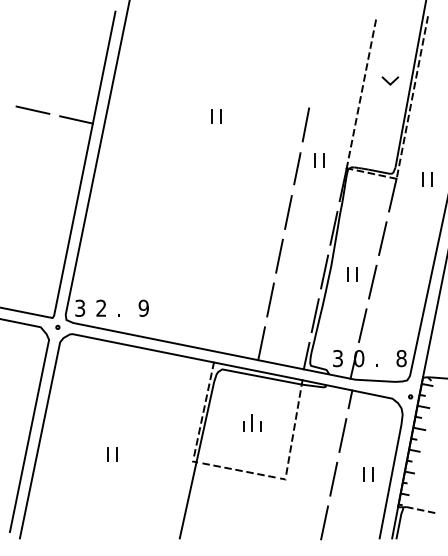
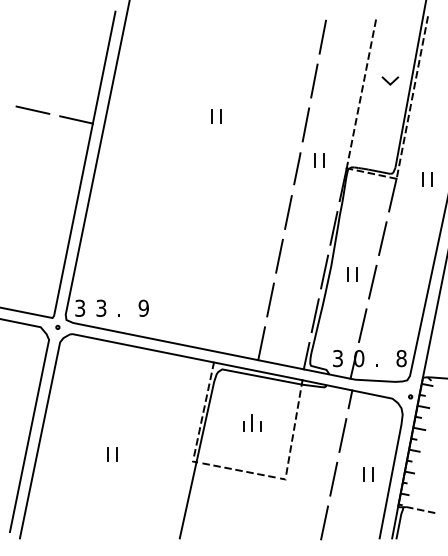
line at (322, 36): none -> present
line at (314, 80): none -> present
text at (101, 308): 2 -> 3
